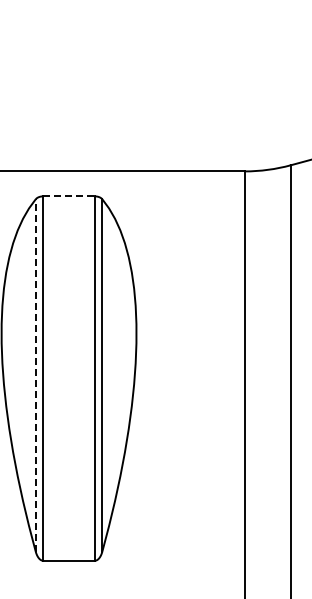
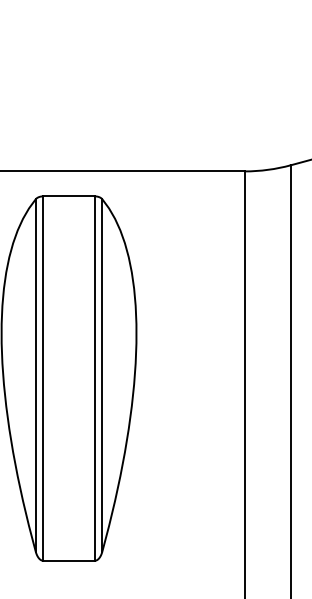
line at (69, 196): dashed -> solid
line at (35, 374): dashed -> solid
